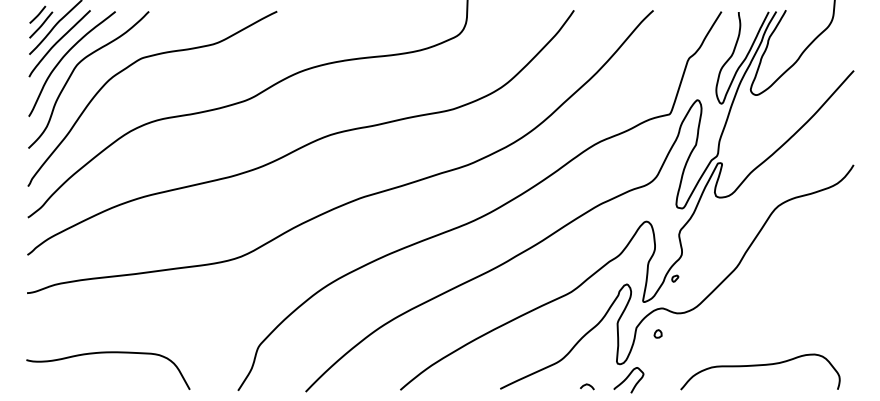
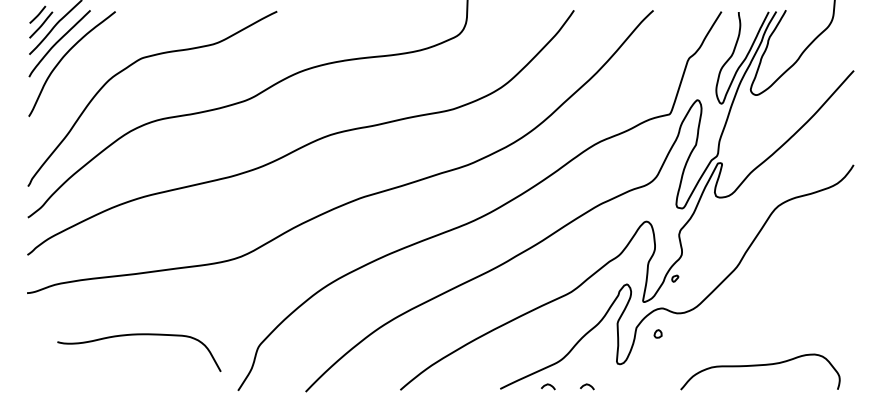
curve at (75, 69): present -> none
curve at (108, 353) position: (108, 353) -> (139, 335)
curve at (627, 378): present -> none
curve at (548, 385): none -> present
